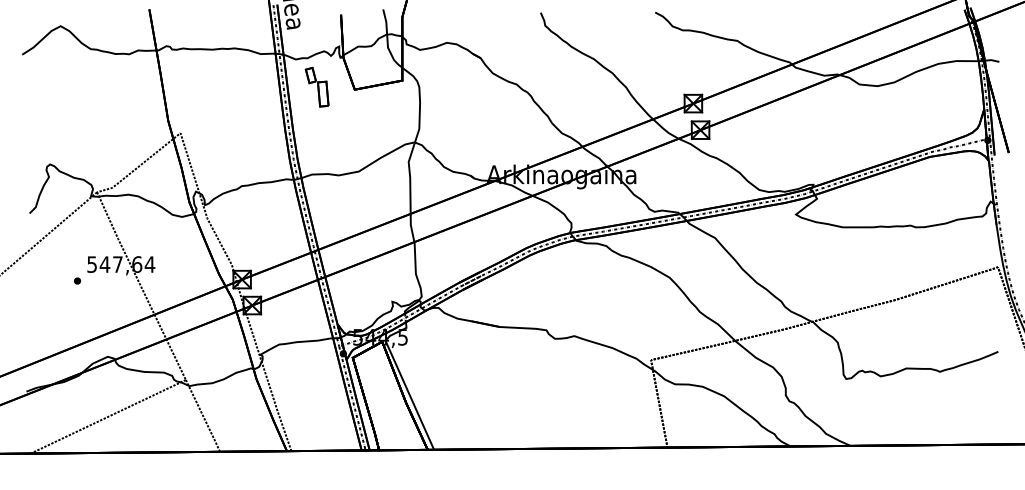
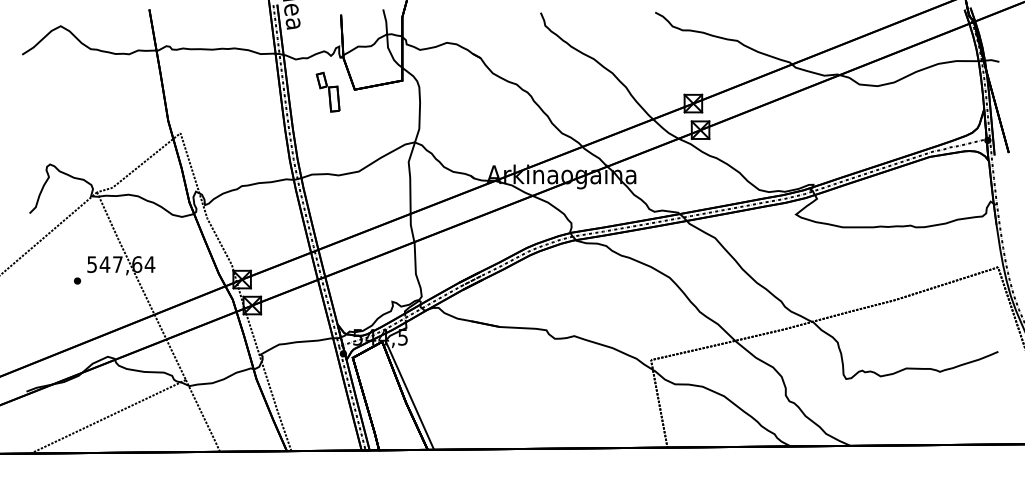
part at (316, 86) position: (316, 86) -> (327, 91)
